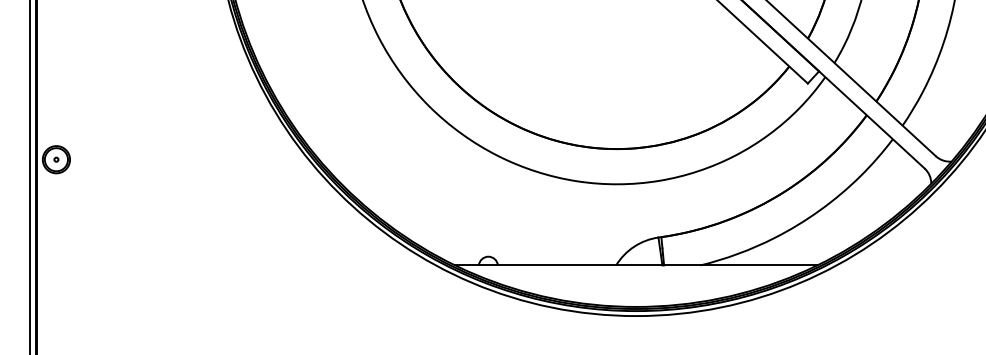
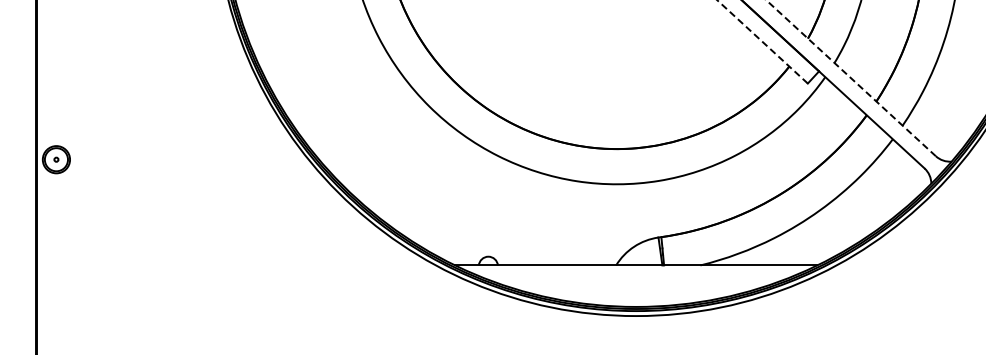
line at (762, 41): solid -> dashed
line at (851, 78): solid -> dashed
line at (29, 176): present -> none
